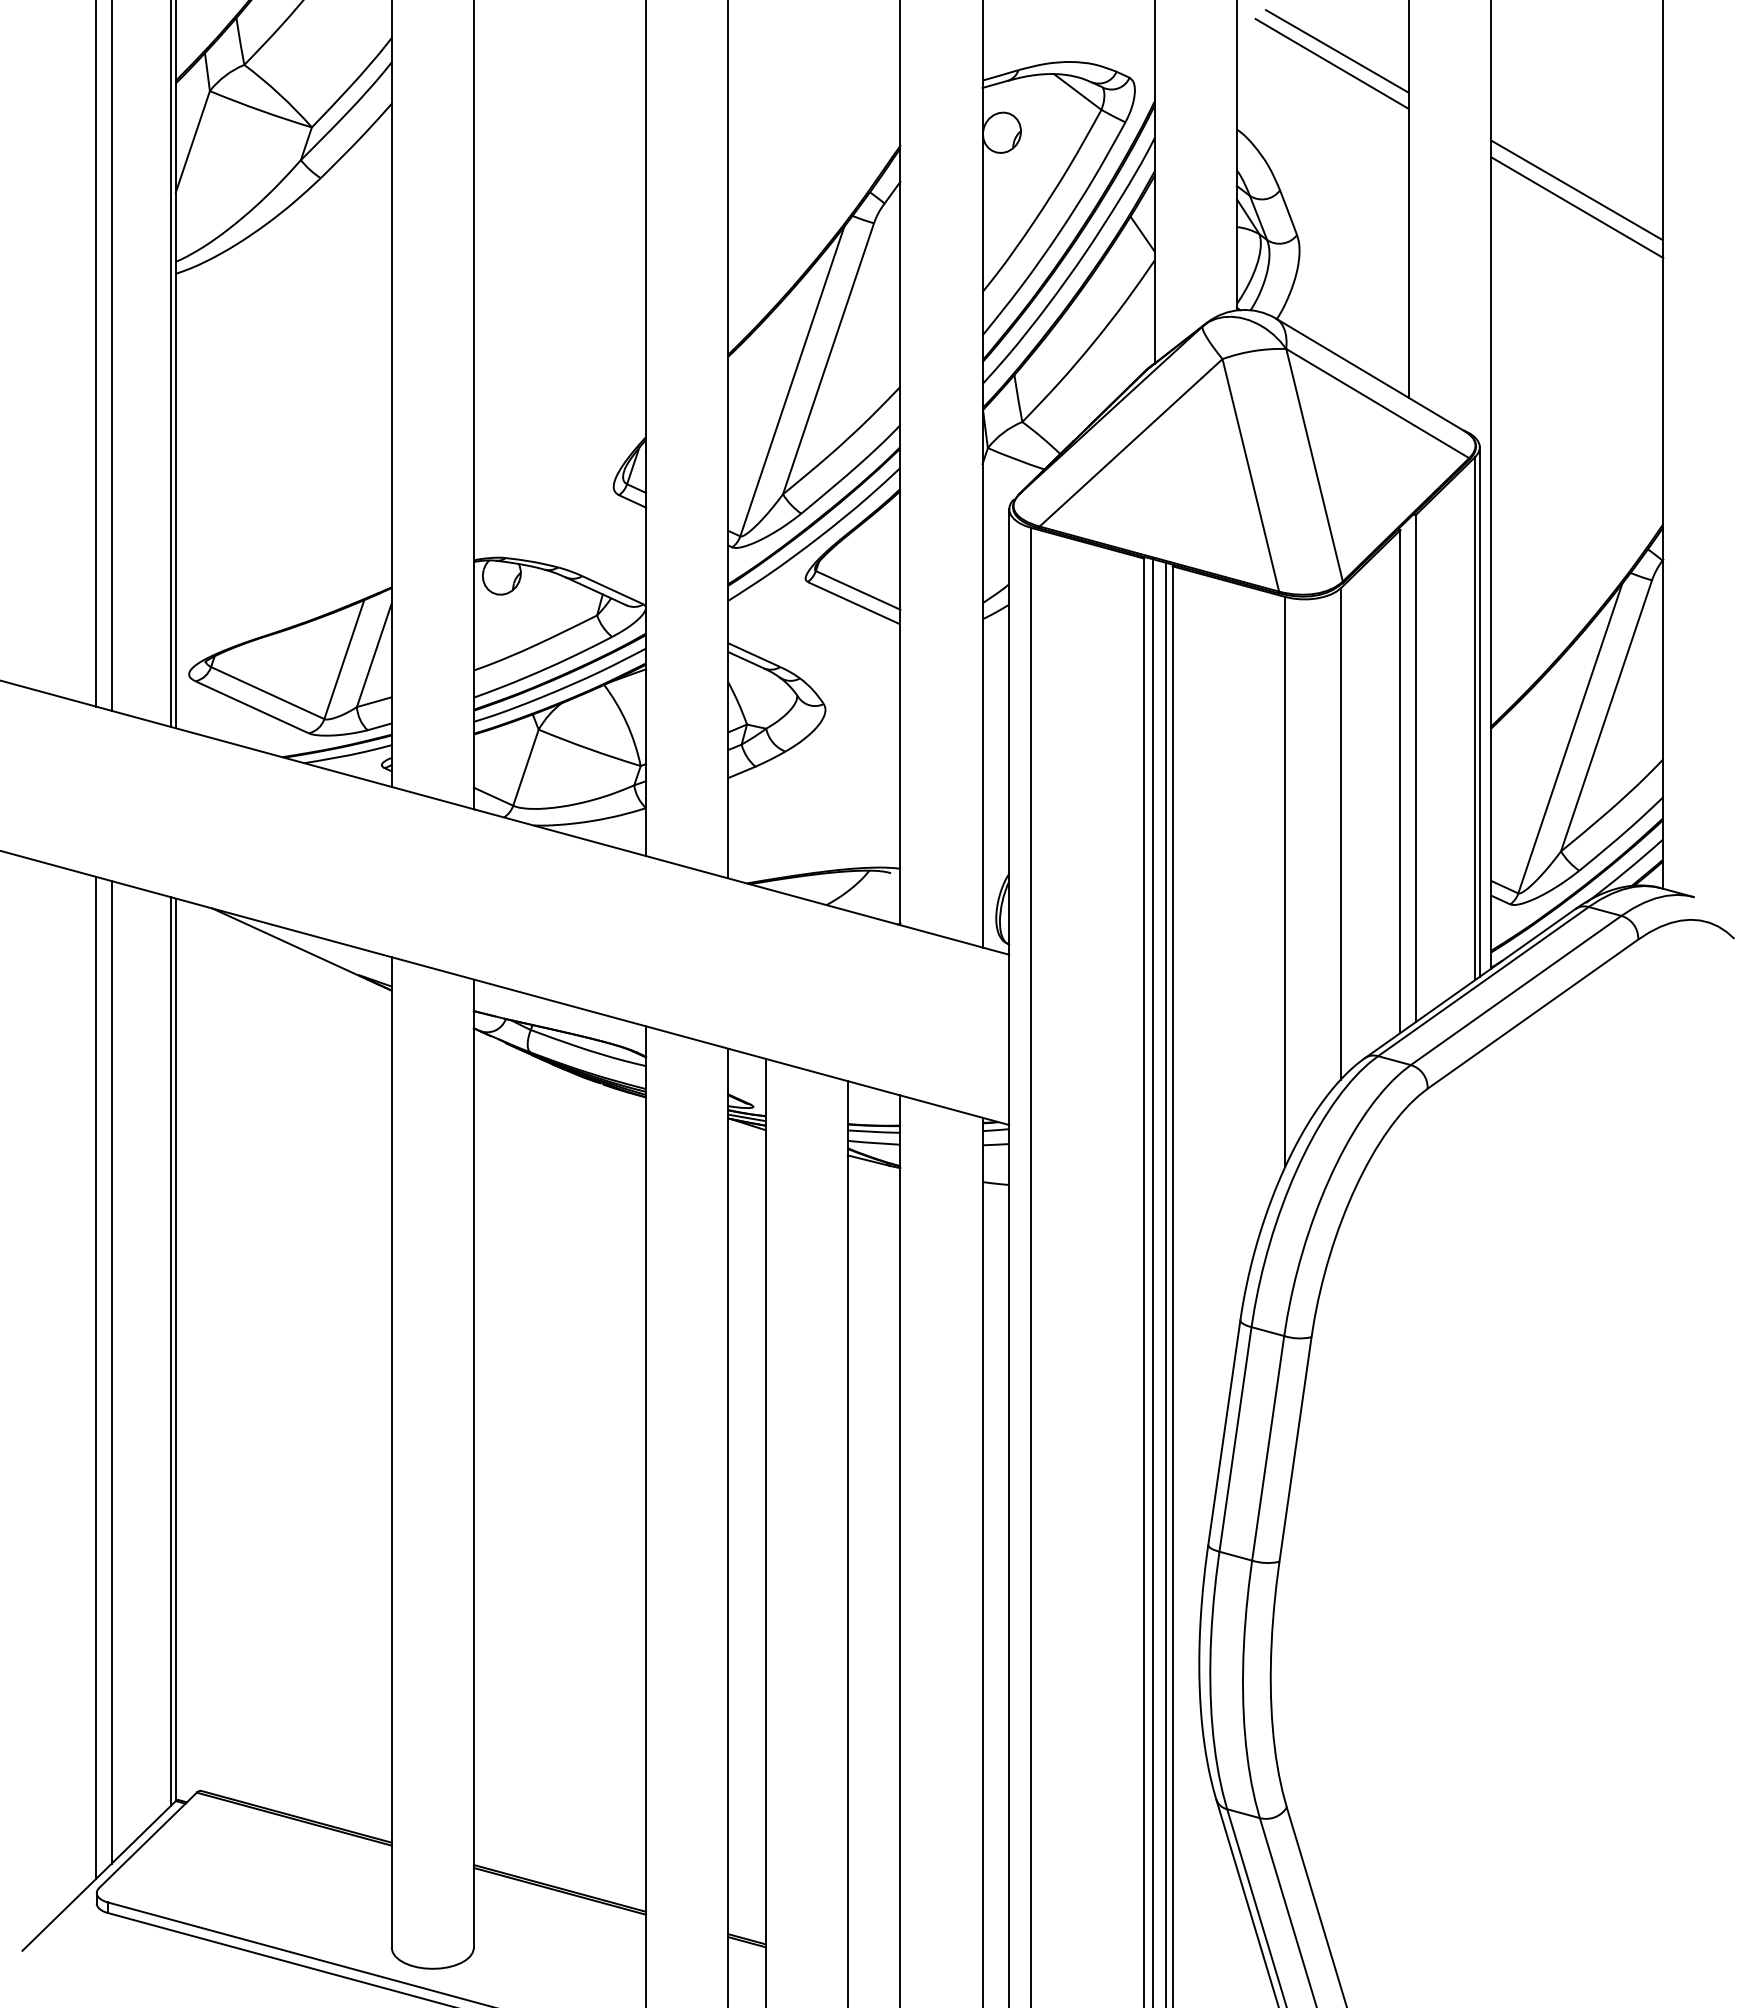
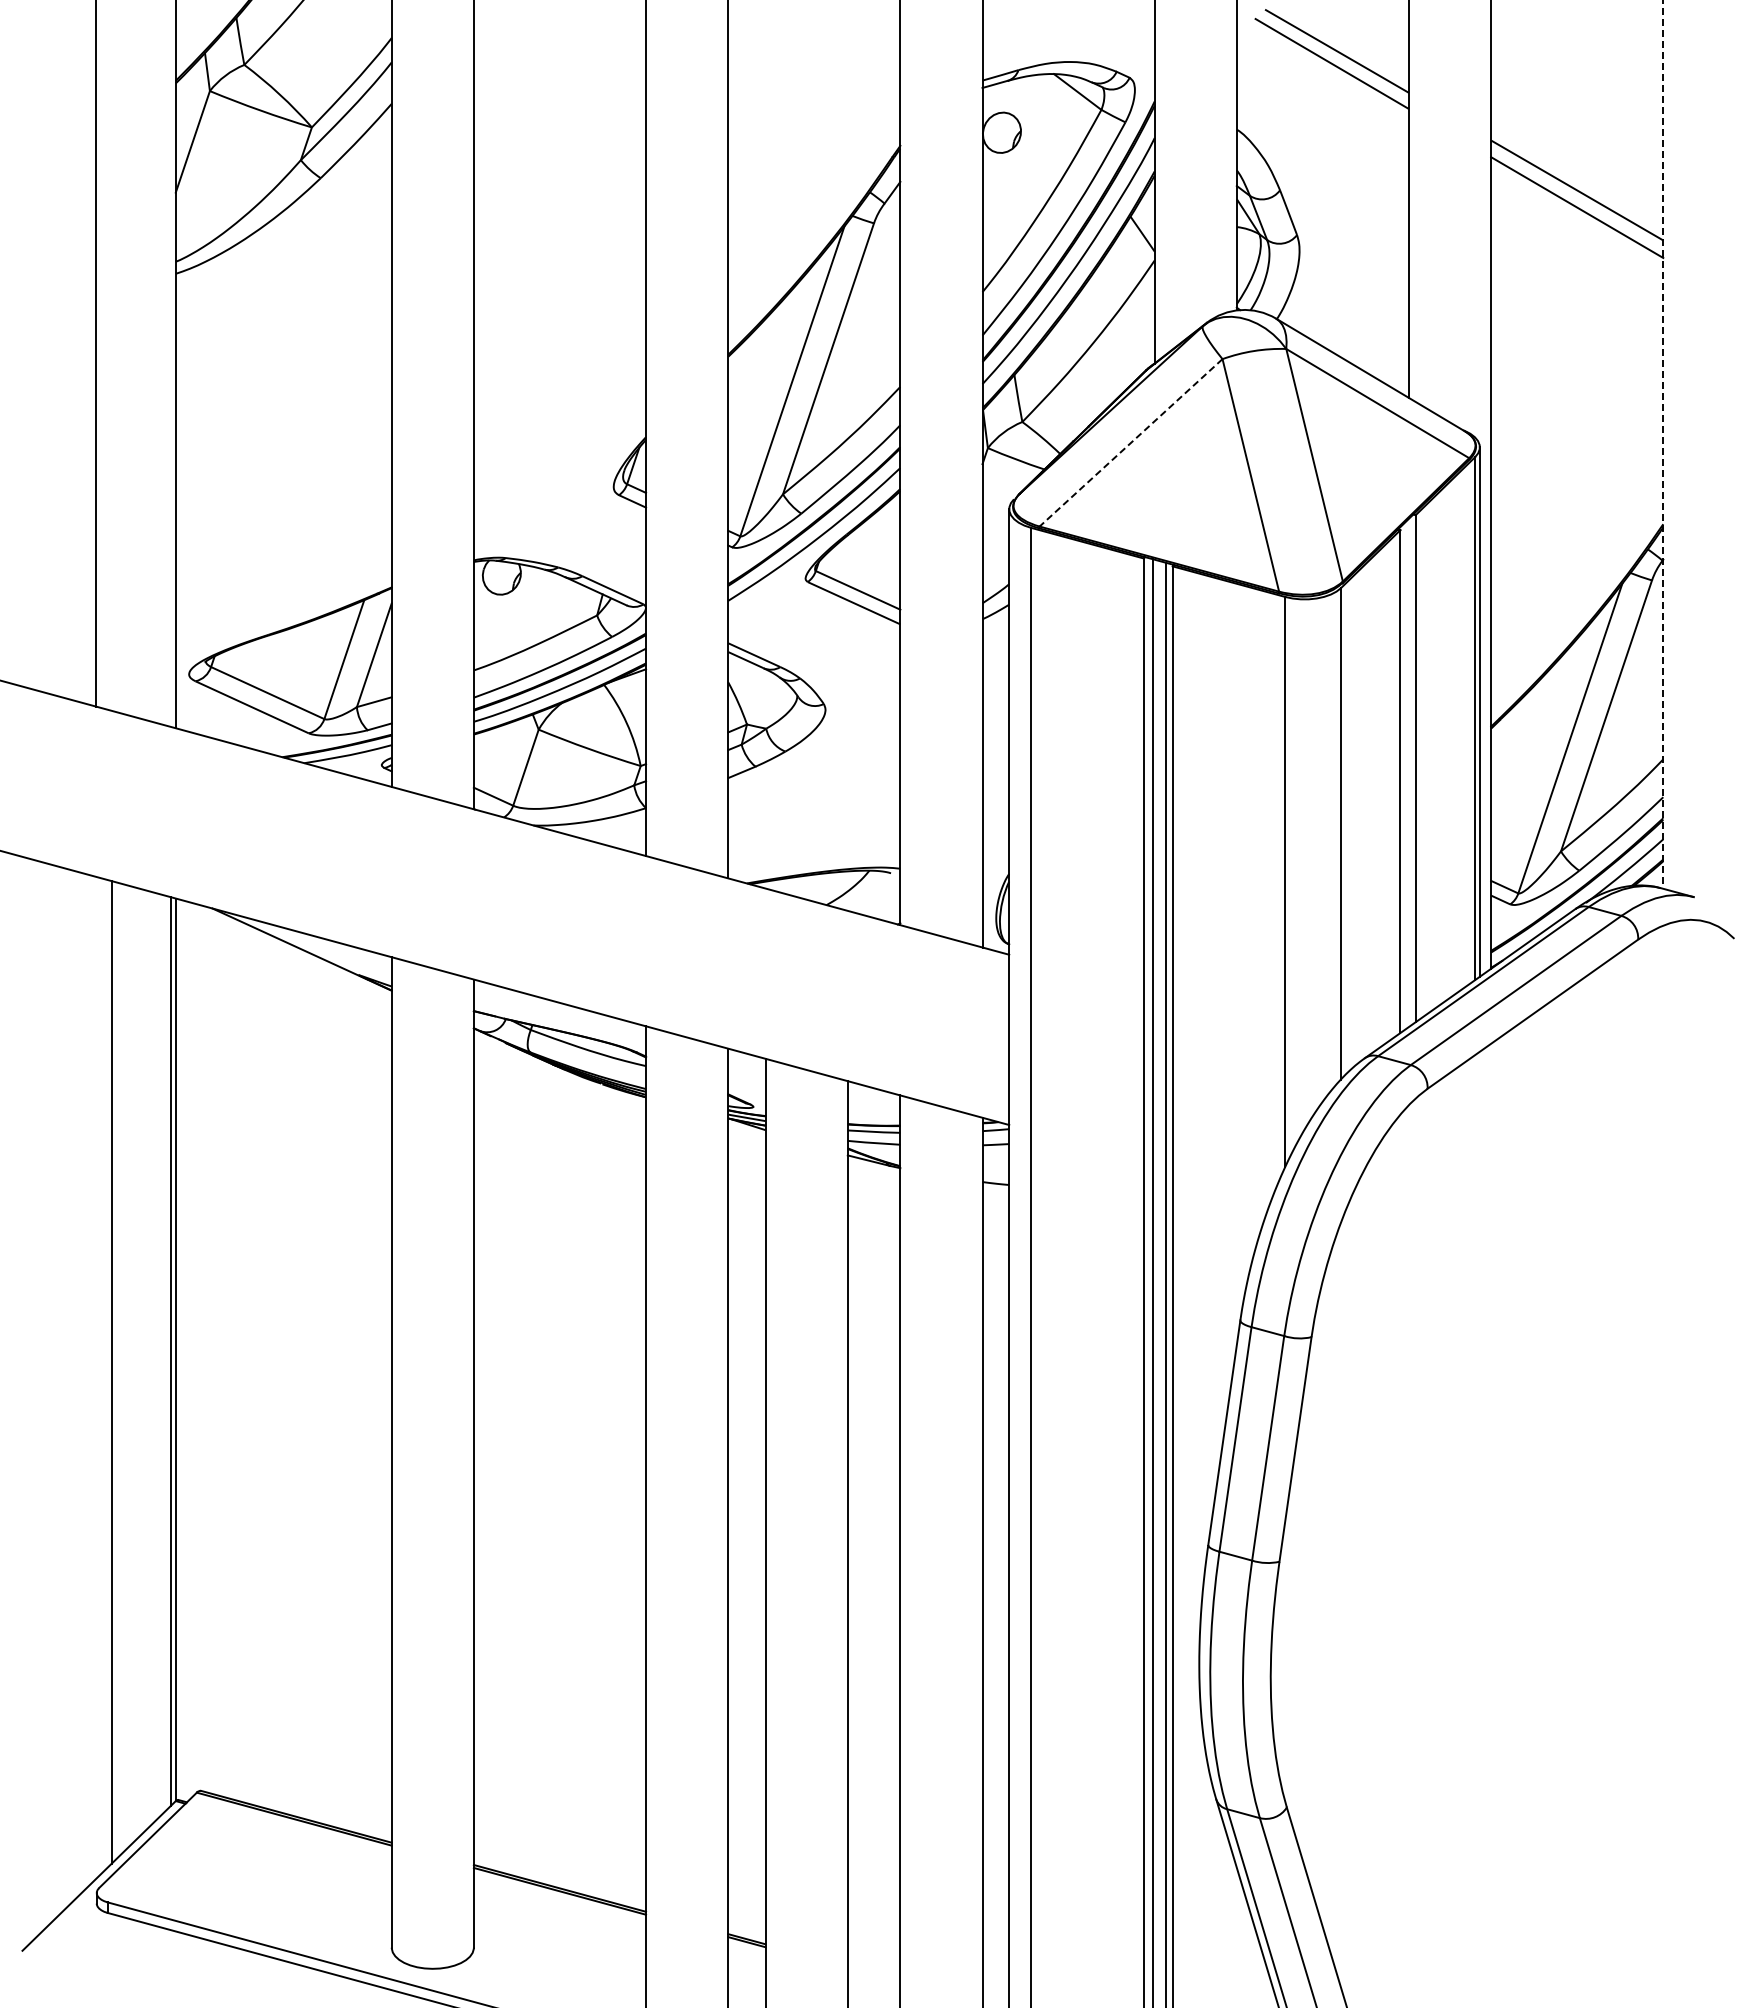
line at (111, 356): present -> none
line at (171, 364): present -> none
line at (1131, 442): solid -> dashed
line at (1663, 444): solid -> dashed
line at (96, 1377): present -> none
